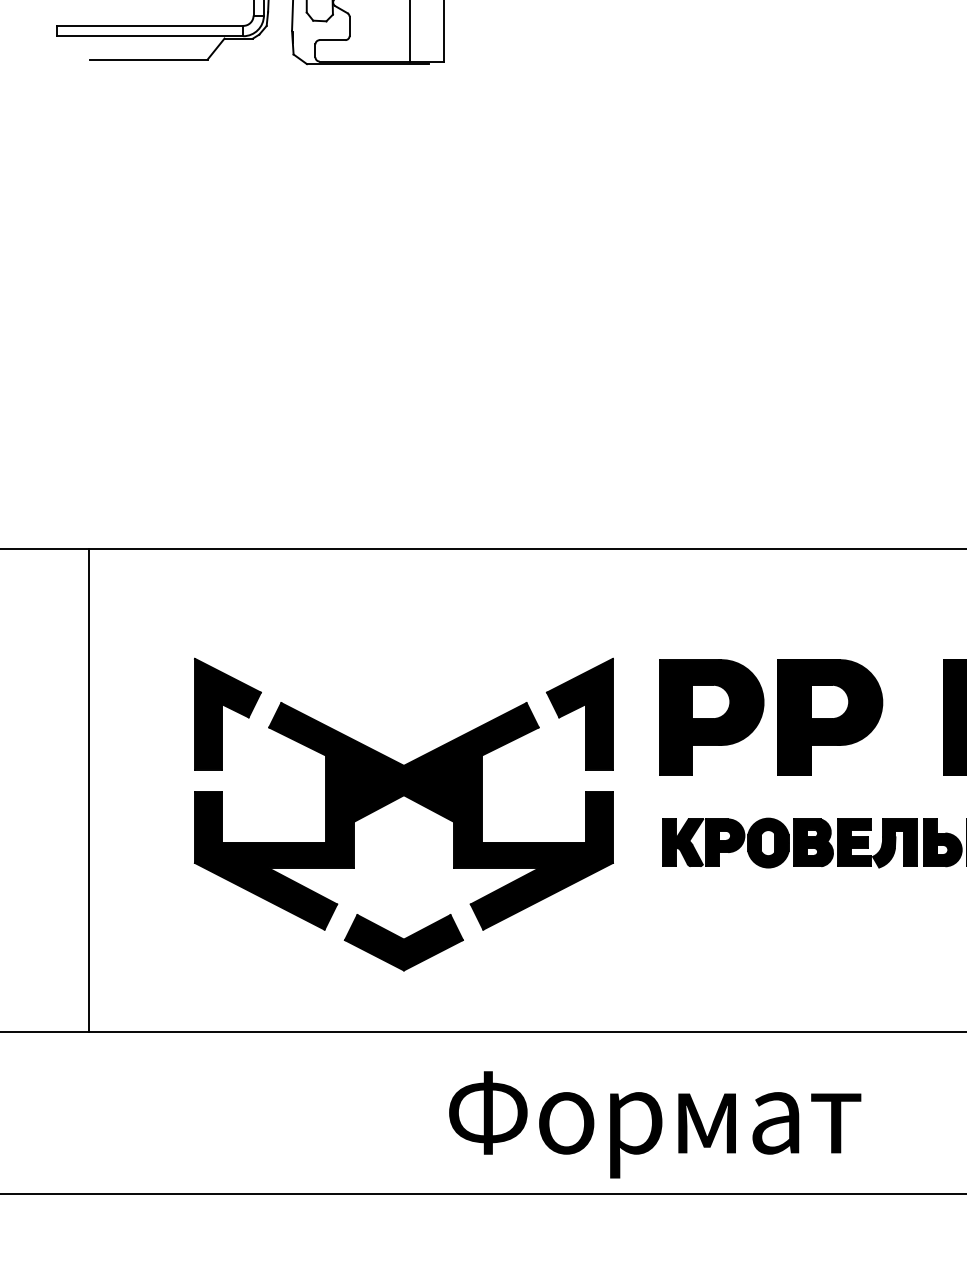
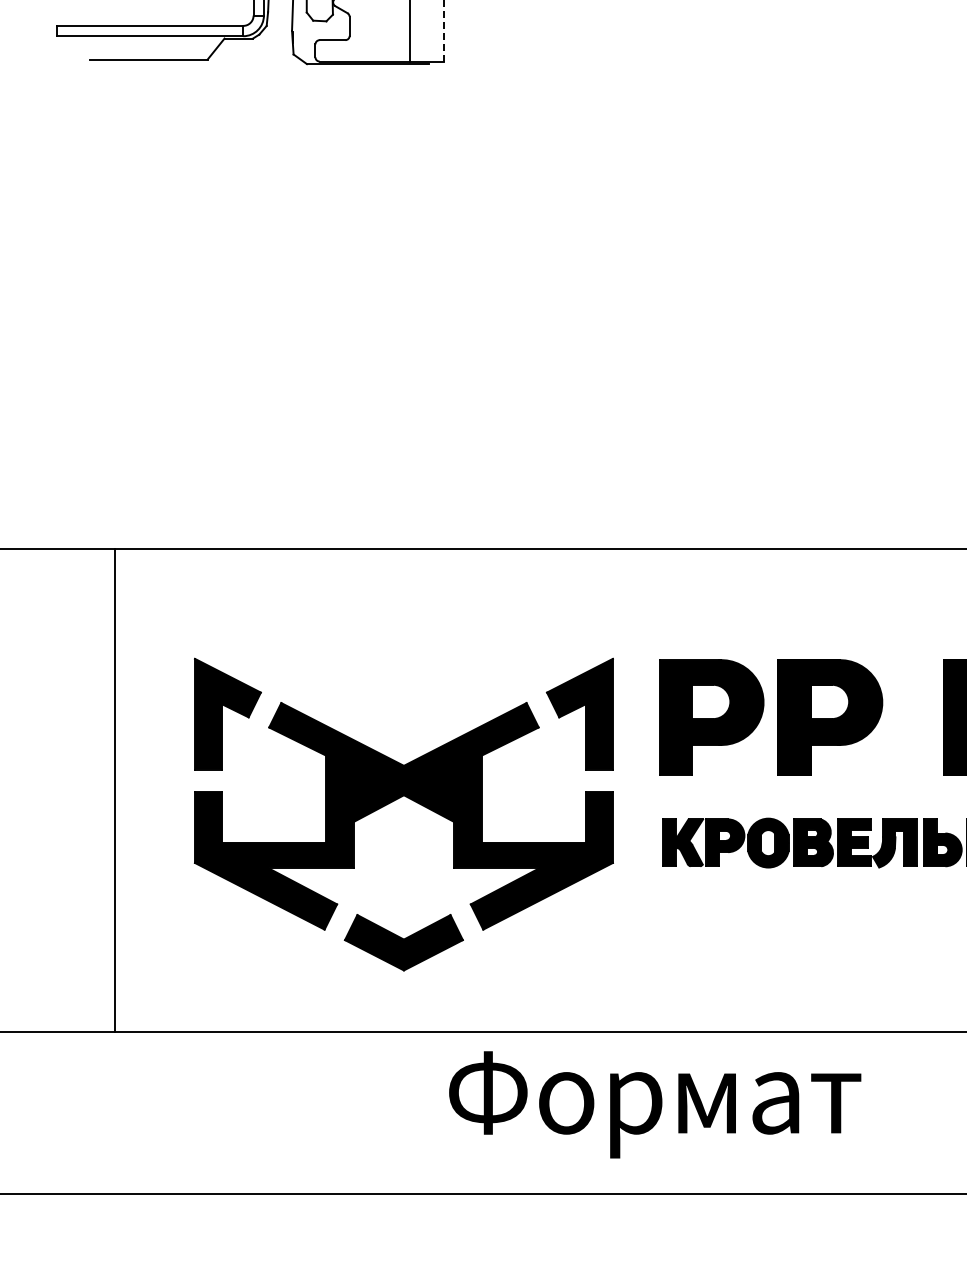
line at (443, 30): solid -> dashed
line at (89, 790) position: (89, 790) -> (115, 790)
text at (655, 1124) position: (655, 1124) -> (655, 1104)
